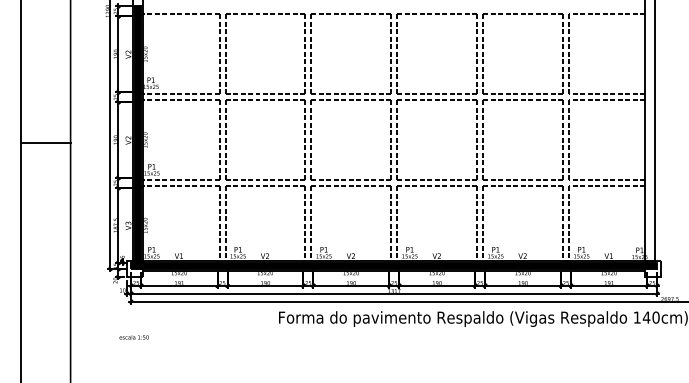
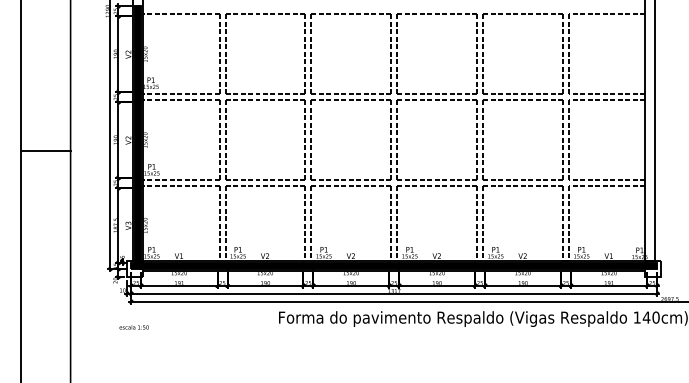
line at (45, 142) position: (45, 142) -> (45, 150)
text at (133, 337) position: (133, 337) -> (133, 327)
